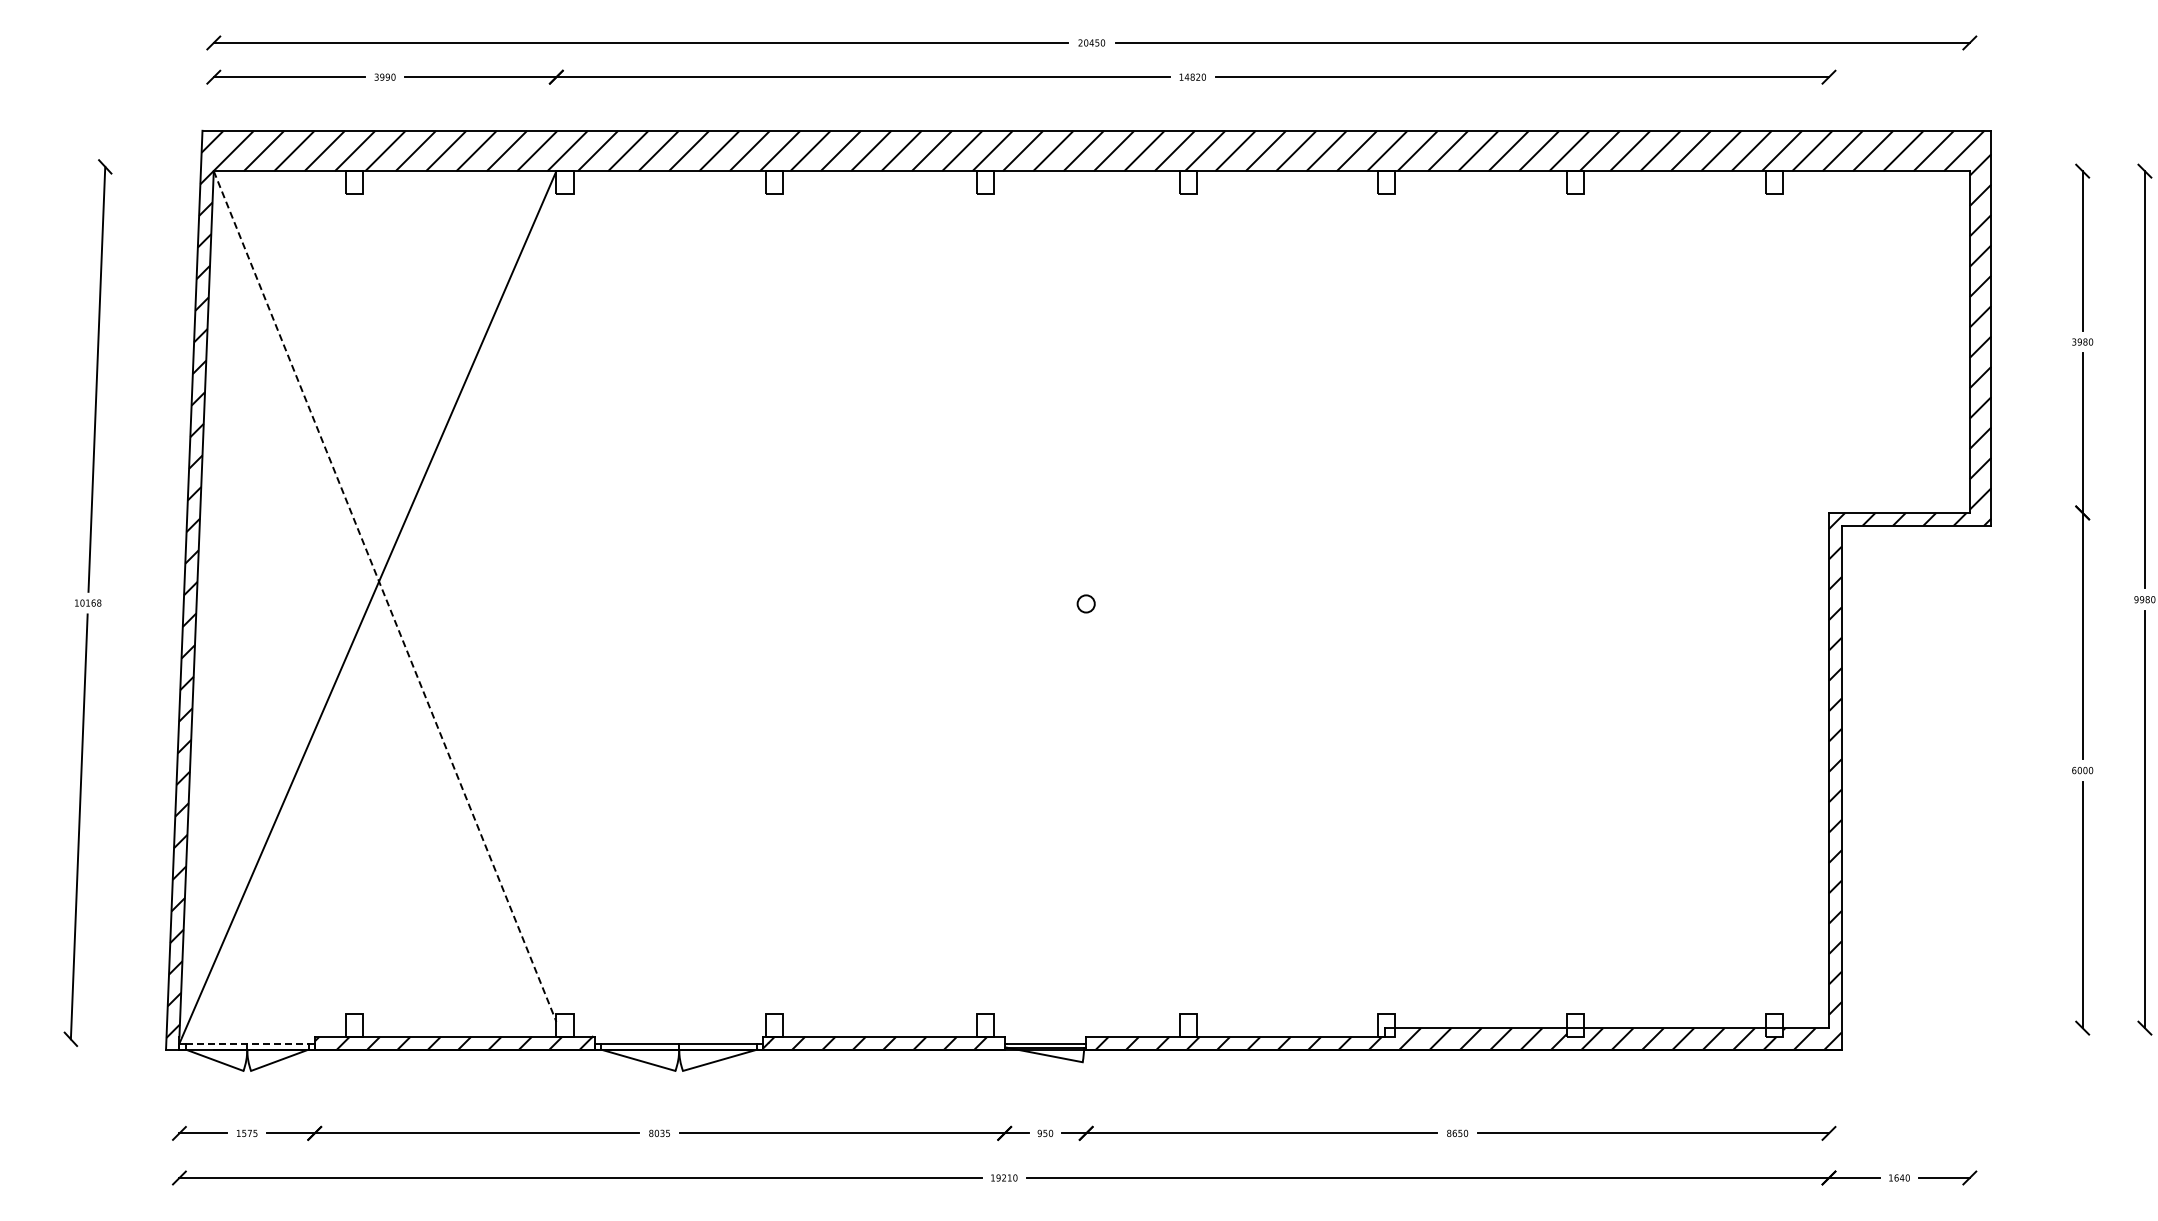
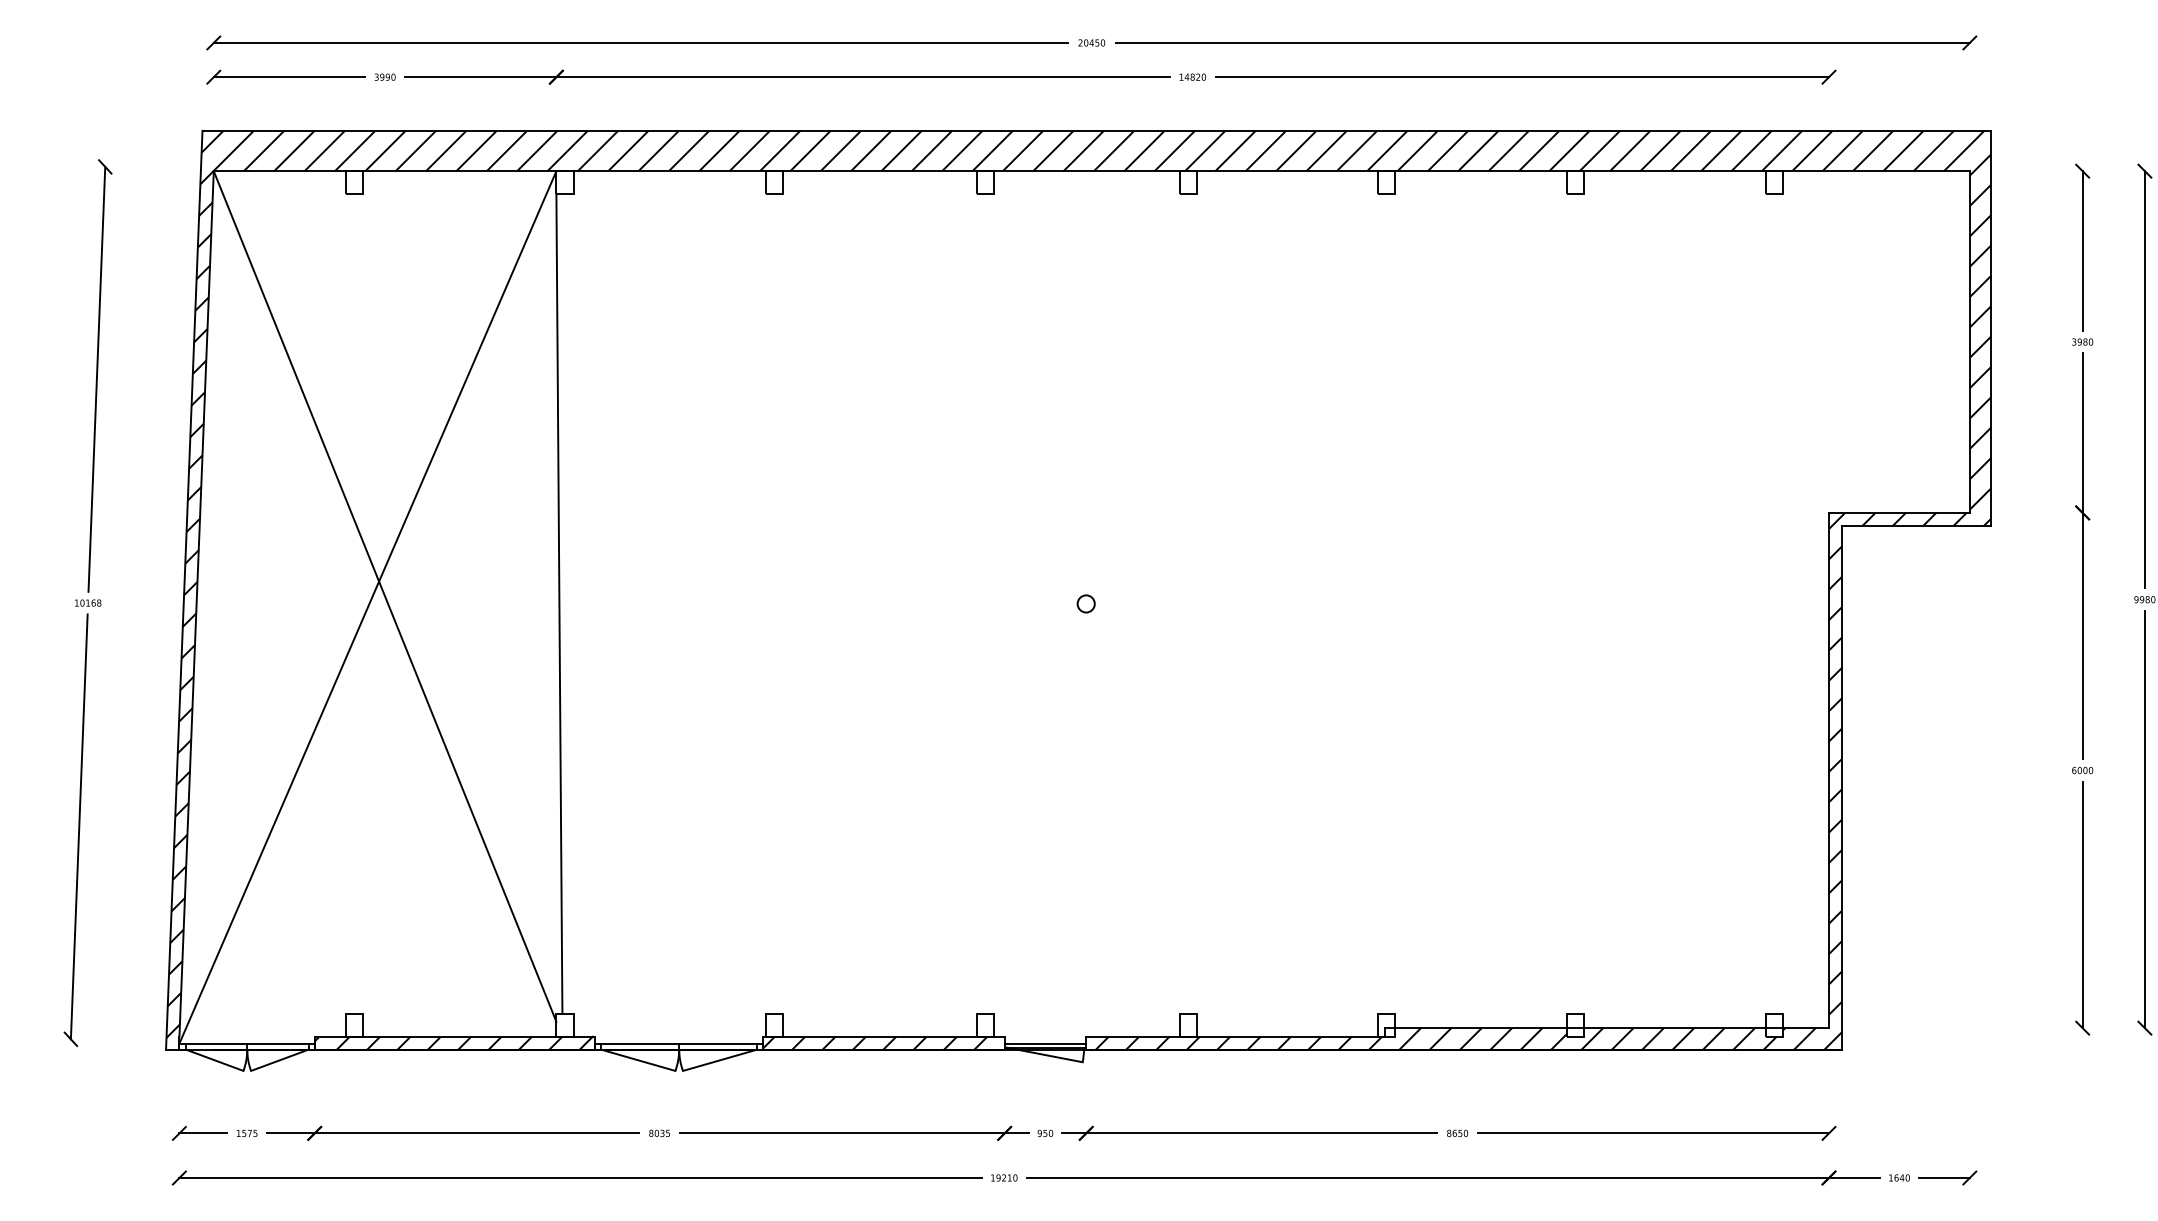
line at (385, 596): dashed -> solid
line at (559, 603): none -> present
line at (247, 1043): dashed -> solid
